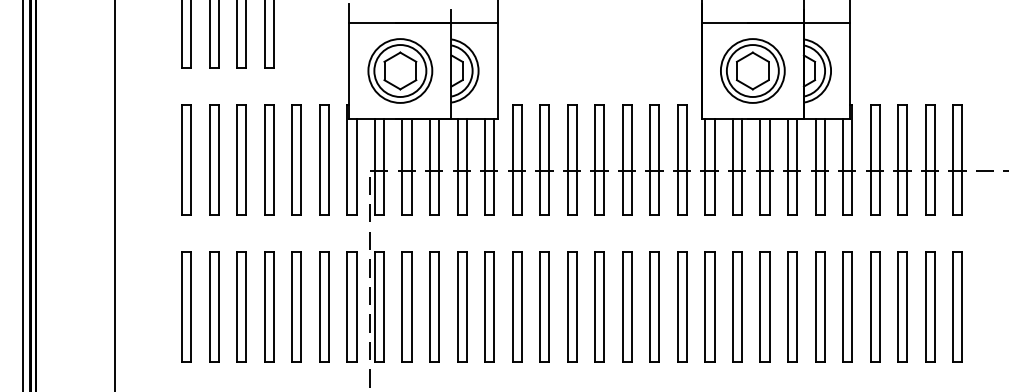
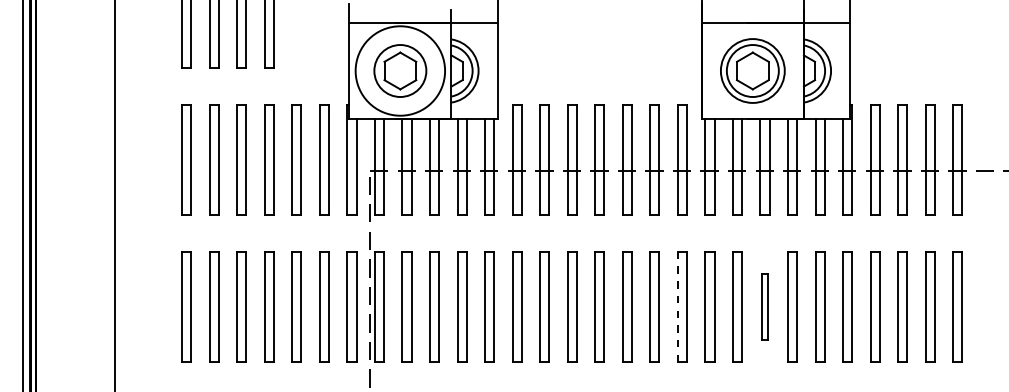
circle at (400, 70) diameter: 64 px -> 89 px
part at (764, 306) size: 12x112 px -> 8x68 px
line at (677, 307): solid -> dashed
